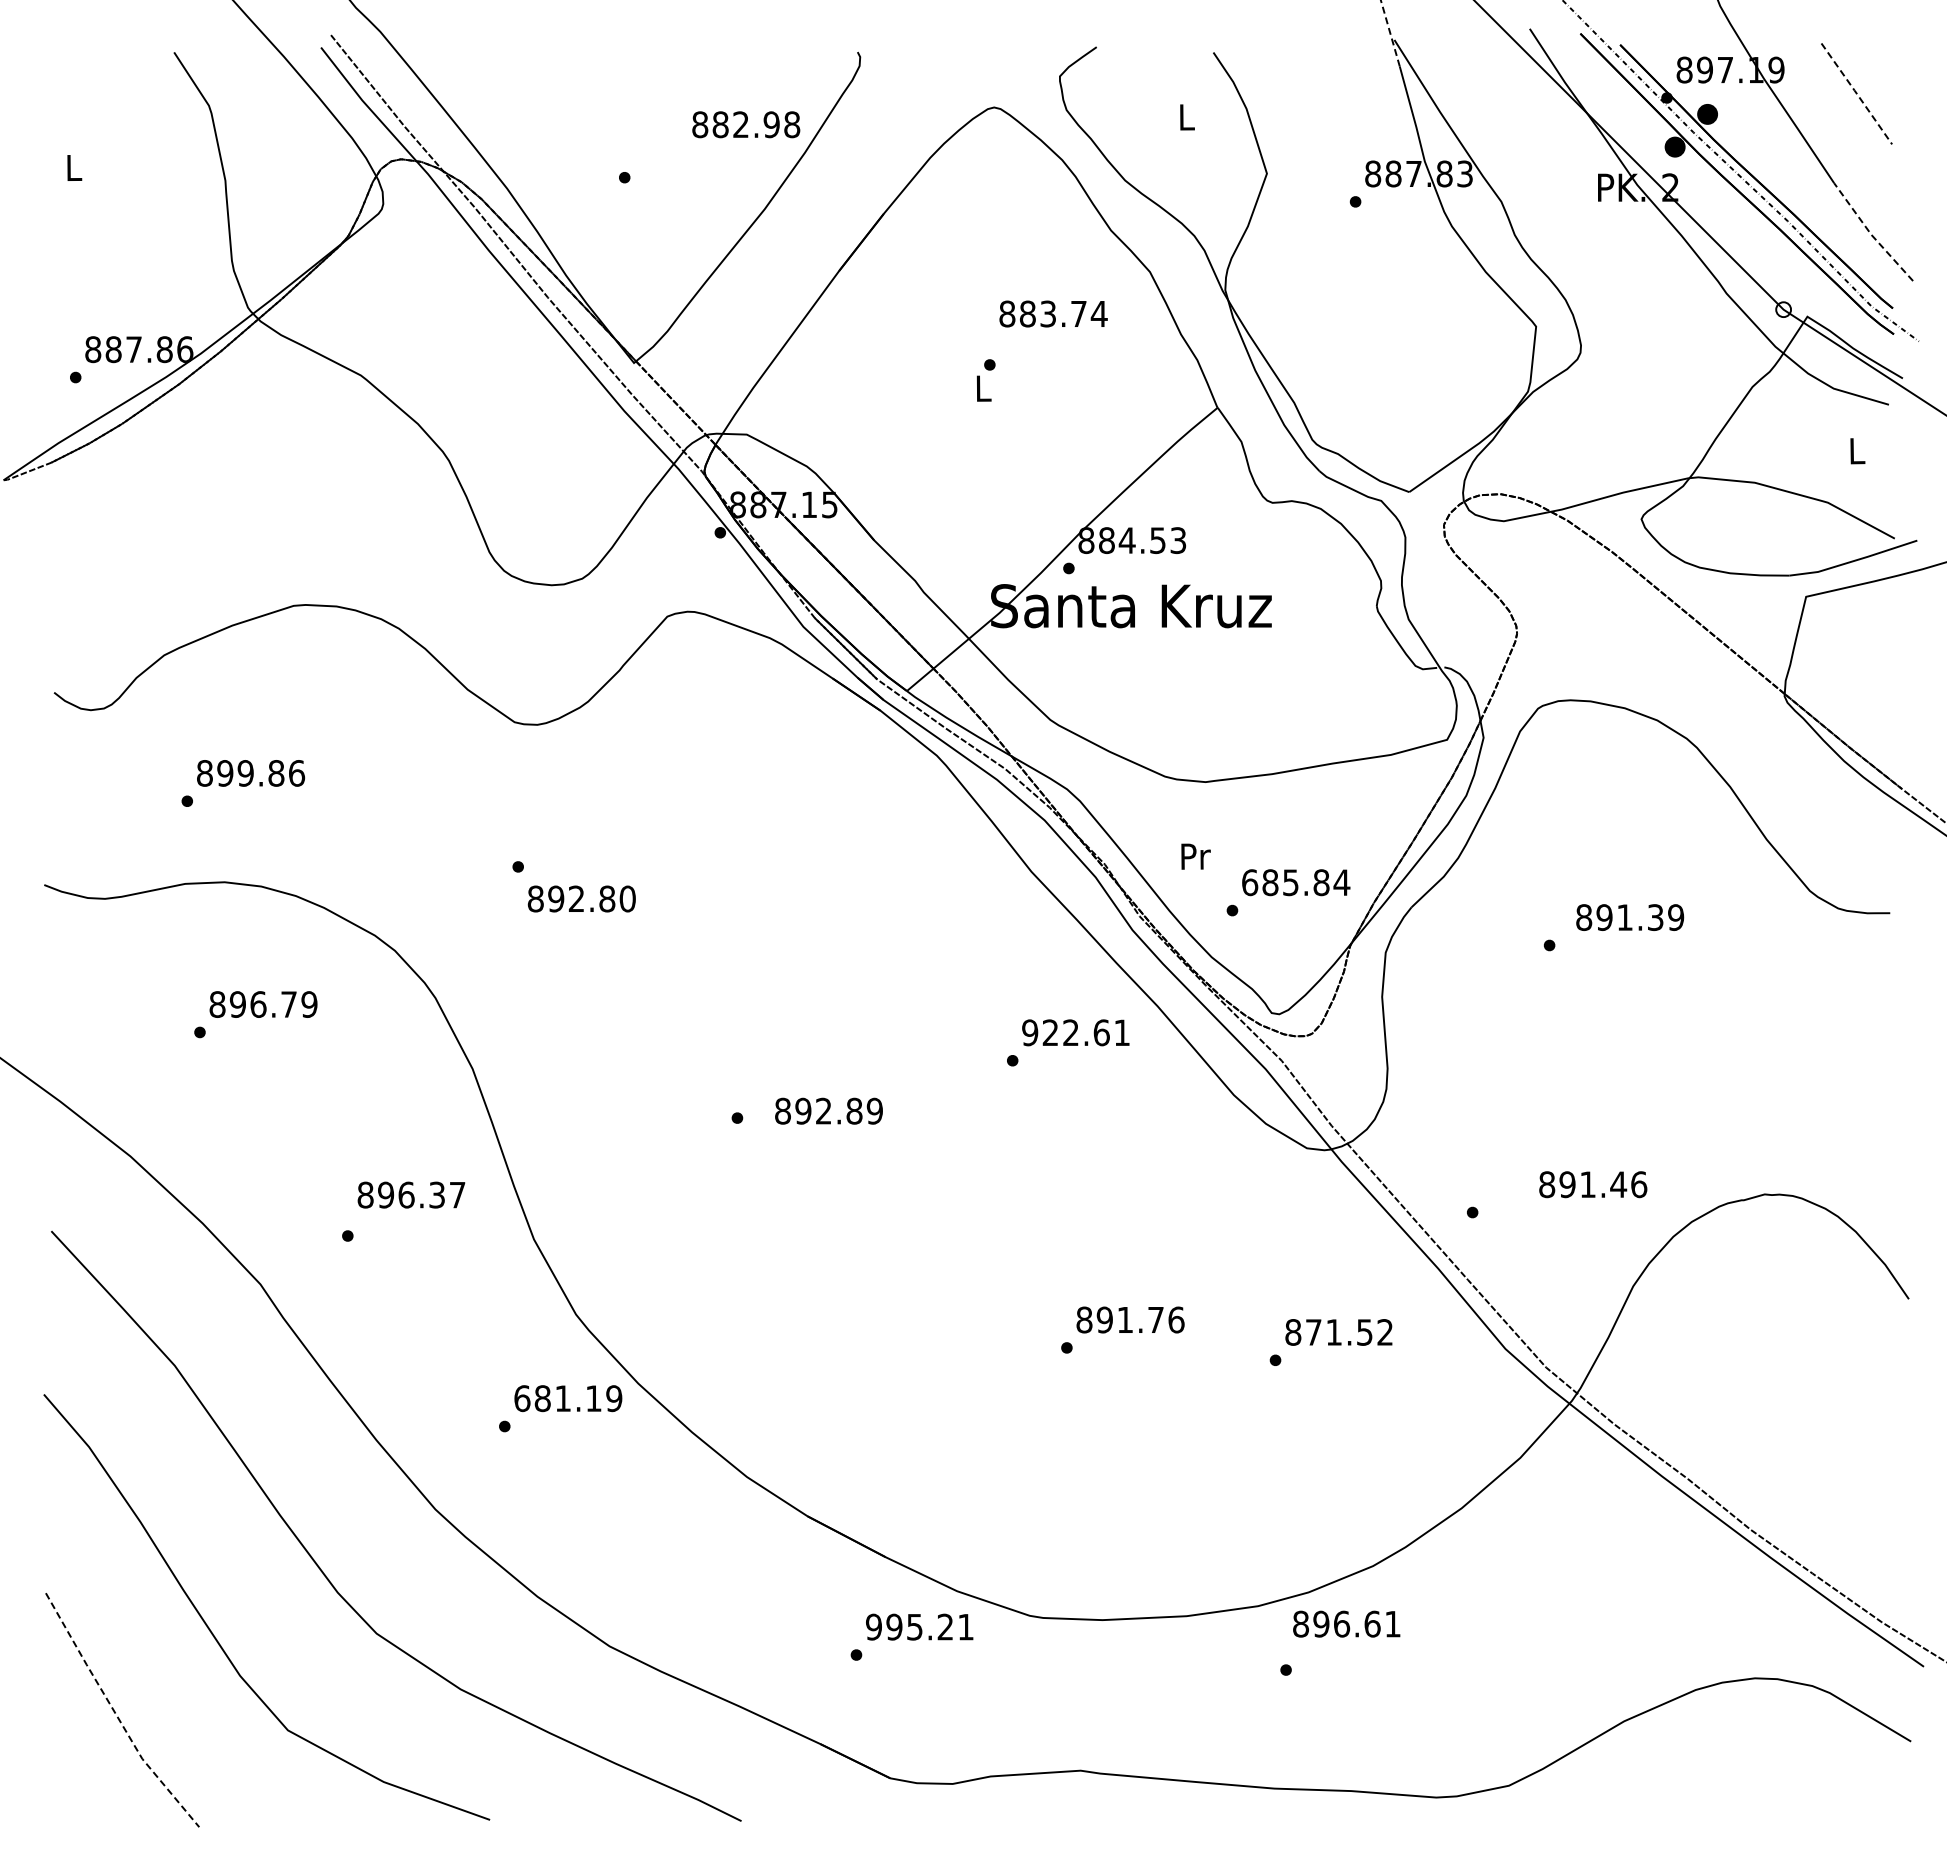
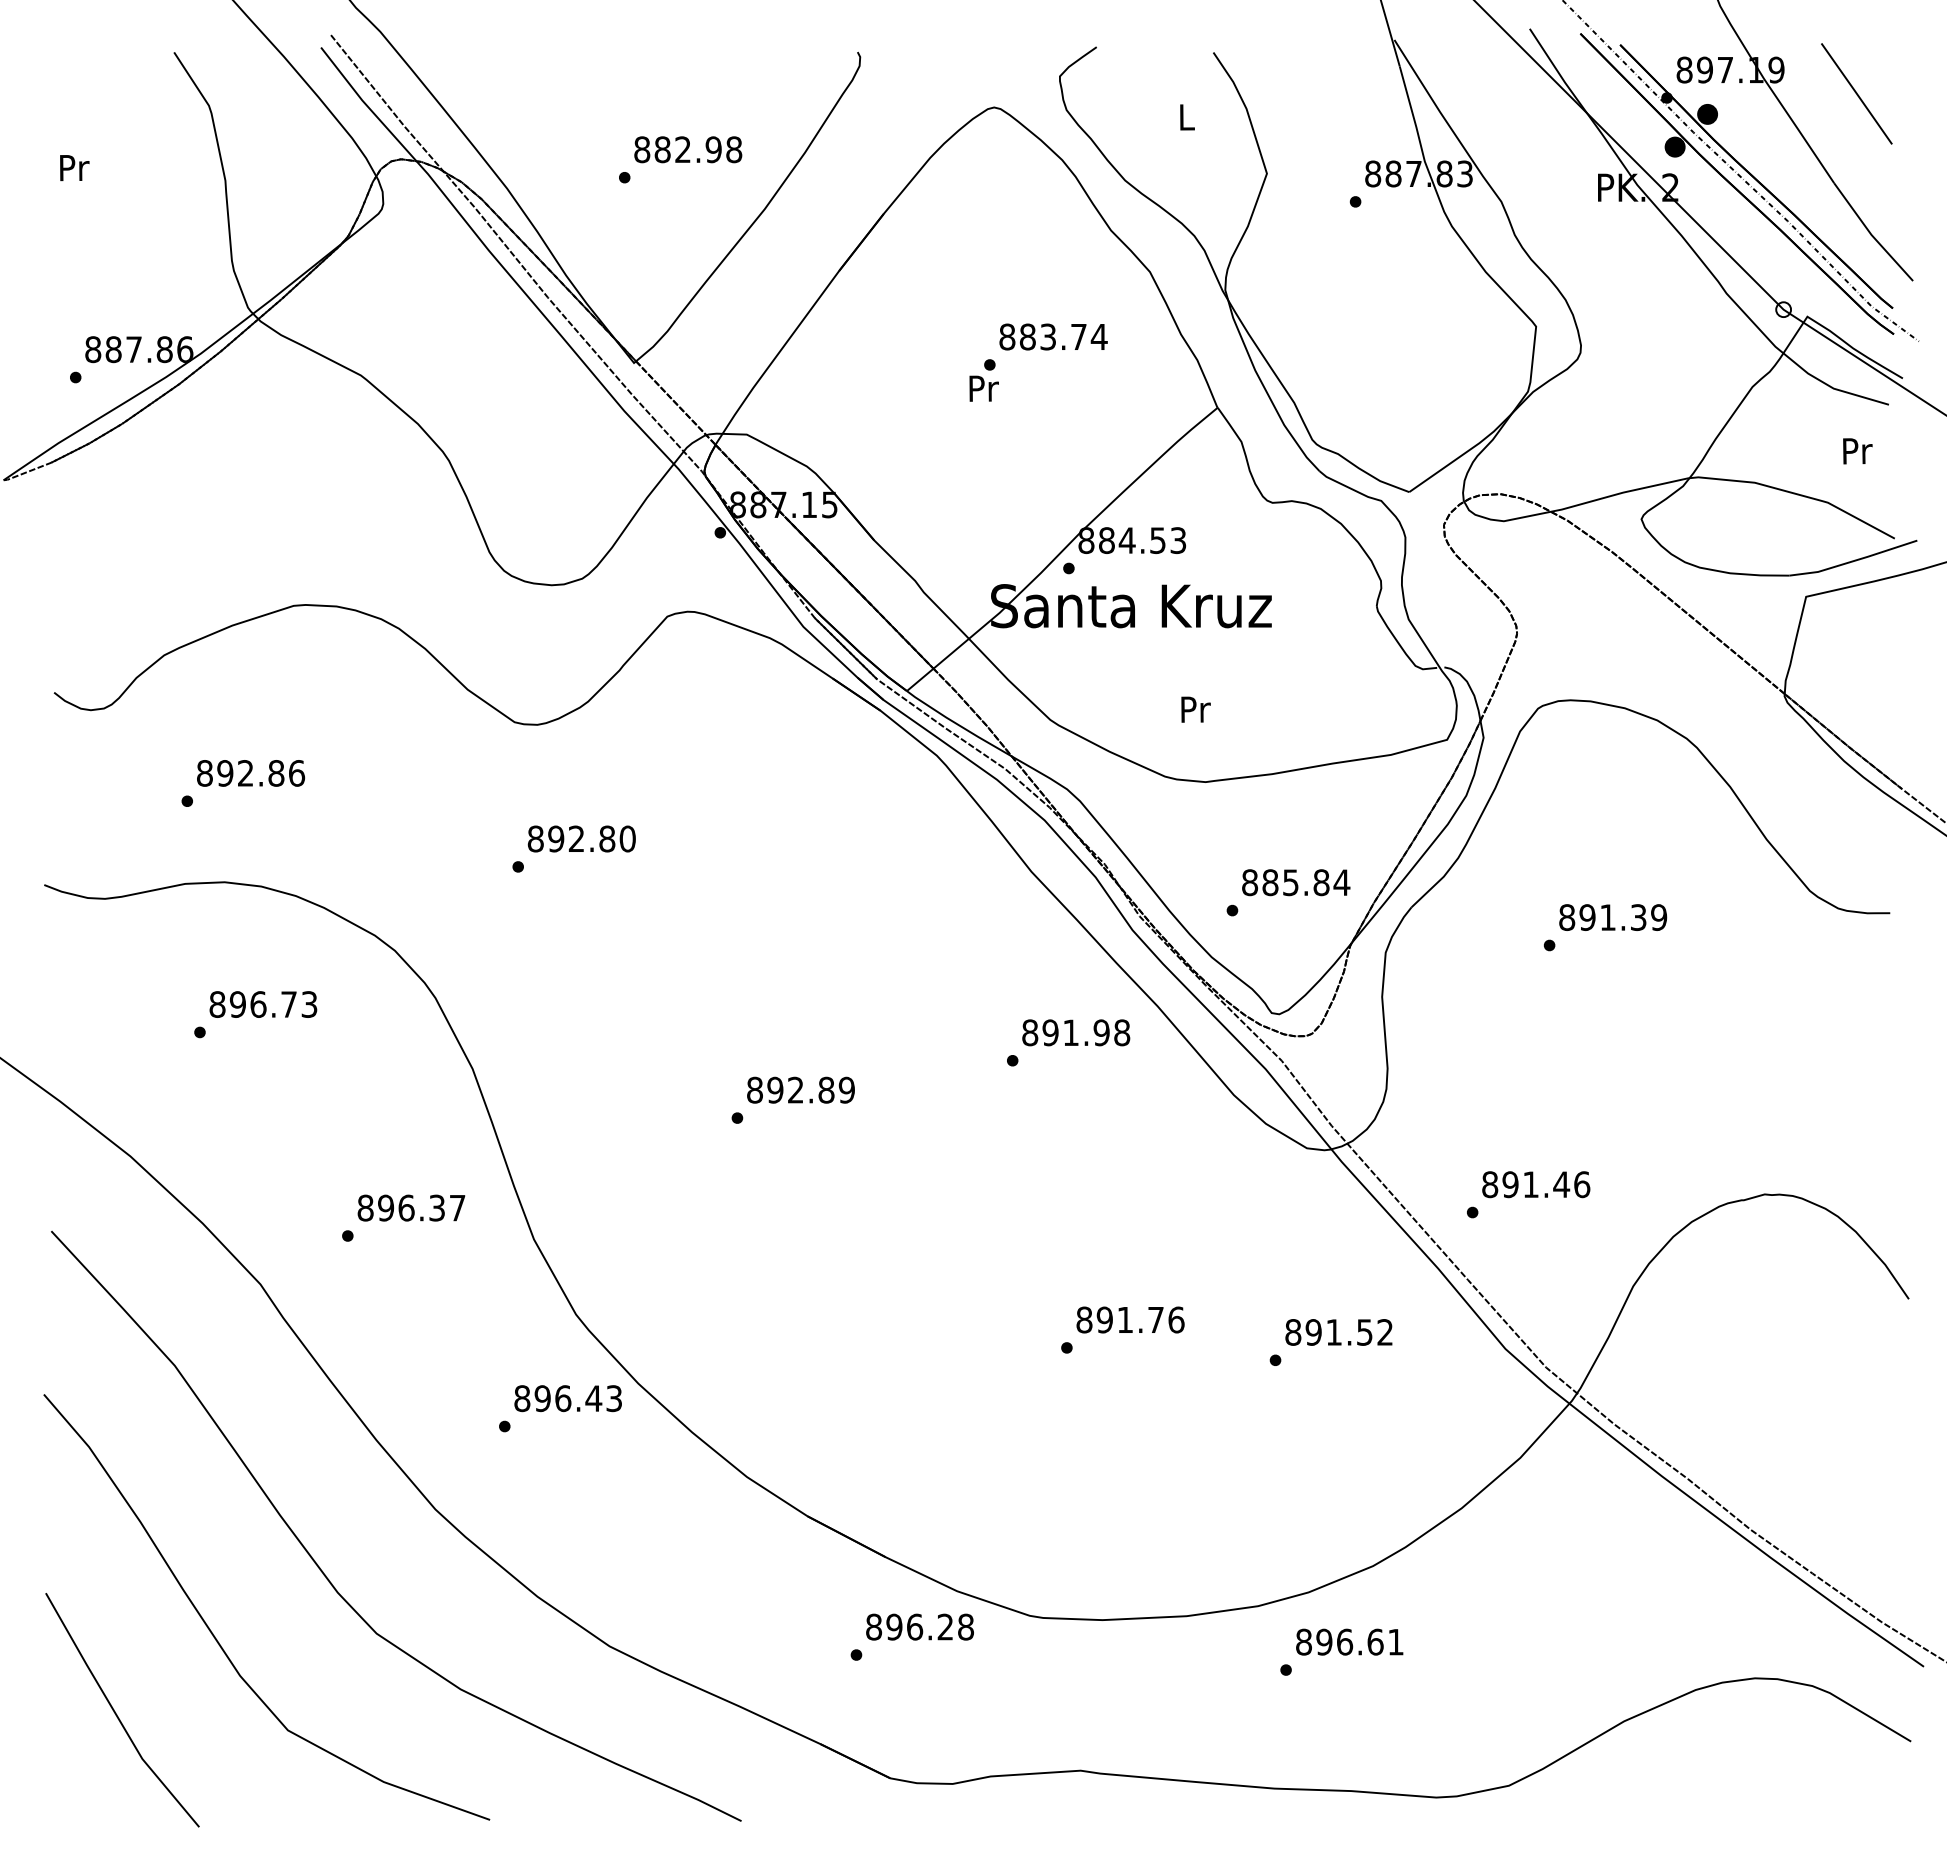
line at (1390, 32): dashed -> solid
line at (1856, 93): dashed -> solid
text at (746, 124) position: (746, 124) -> (688, 149)
text at (74, 168): L -> Pr
line at (1871, 234): dashed -> solid
text at (1053, 313) position: (1053, 313) -> (1053, 336)
text at (983, 388): L -> Pr
text at (1857, 451): L -> Pr
text at (245, 773): 899.86 -> 892.86
text at (1195, 856) position: (1195, 856) -> (1195, 709)
text at (1250, 882): 685.84 -> 885.84
text at (581, 898) position: (581, 898) -> (581, 838)
text at (1630, 917) position: (1630, 917) -> (1613, 917)
text at (309, 1004): 896.79 -> 896.73
text at (1076, 1032): 922.61 -> 891.98
text at (828, 1110) position: (828, 1110) -> (800, 1089)
text at (1593, 1184) position: (1593, 1184) -> (1536, 1184)
text at (411, 1194) position: (411, 1194) -> (411, 1207)
text at (1313, 1332): 871.52 -> 891.52
text at (568, 1398): 681.19 -> 896.43
text at (1346, 1623) position: (1346, 1623) -> (1349, 1641)
text at (919, 1626): 995.21 -> 896.28
line at (116, 1714): dashed -> solid
